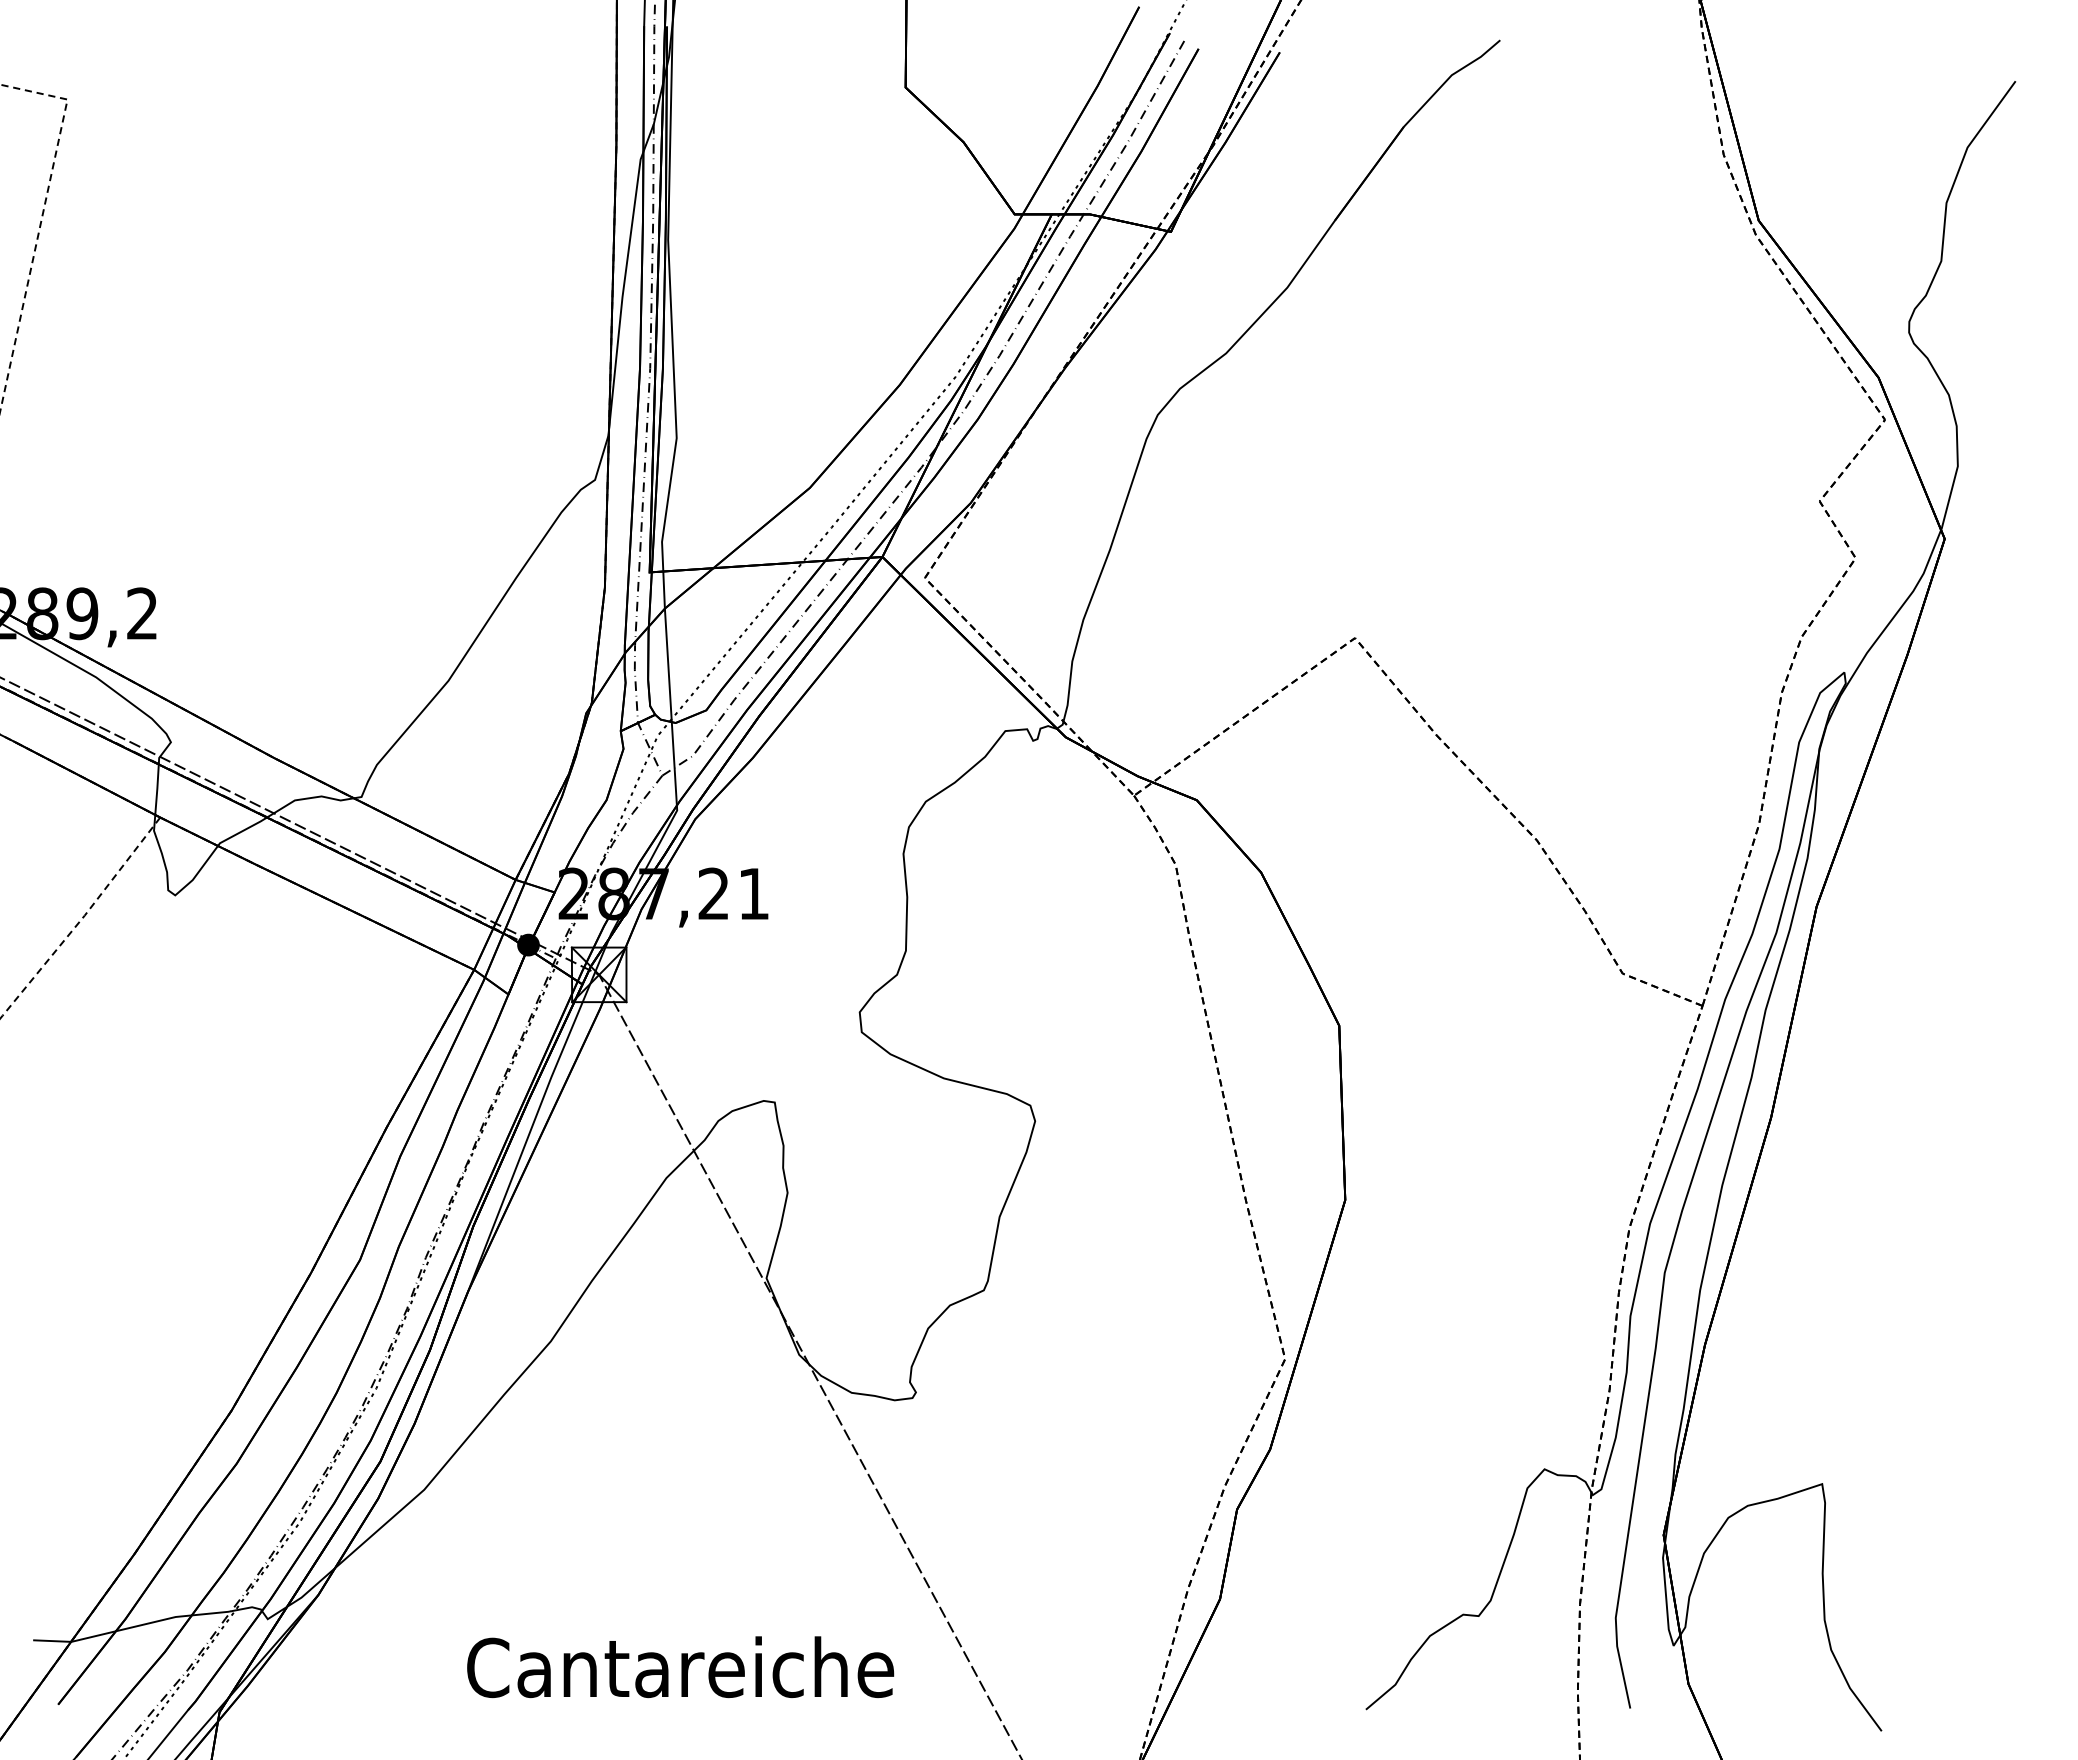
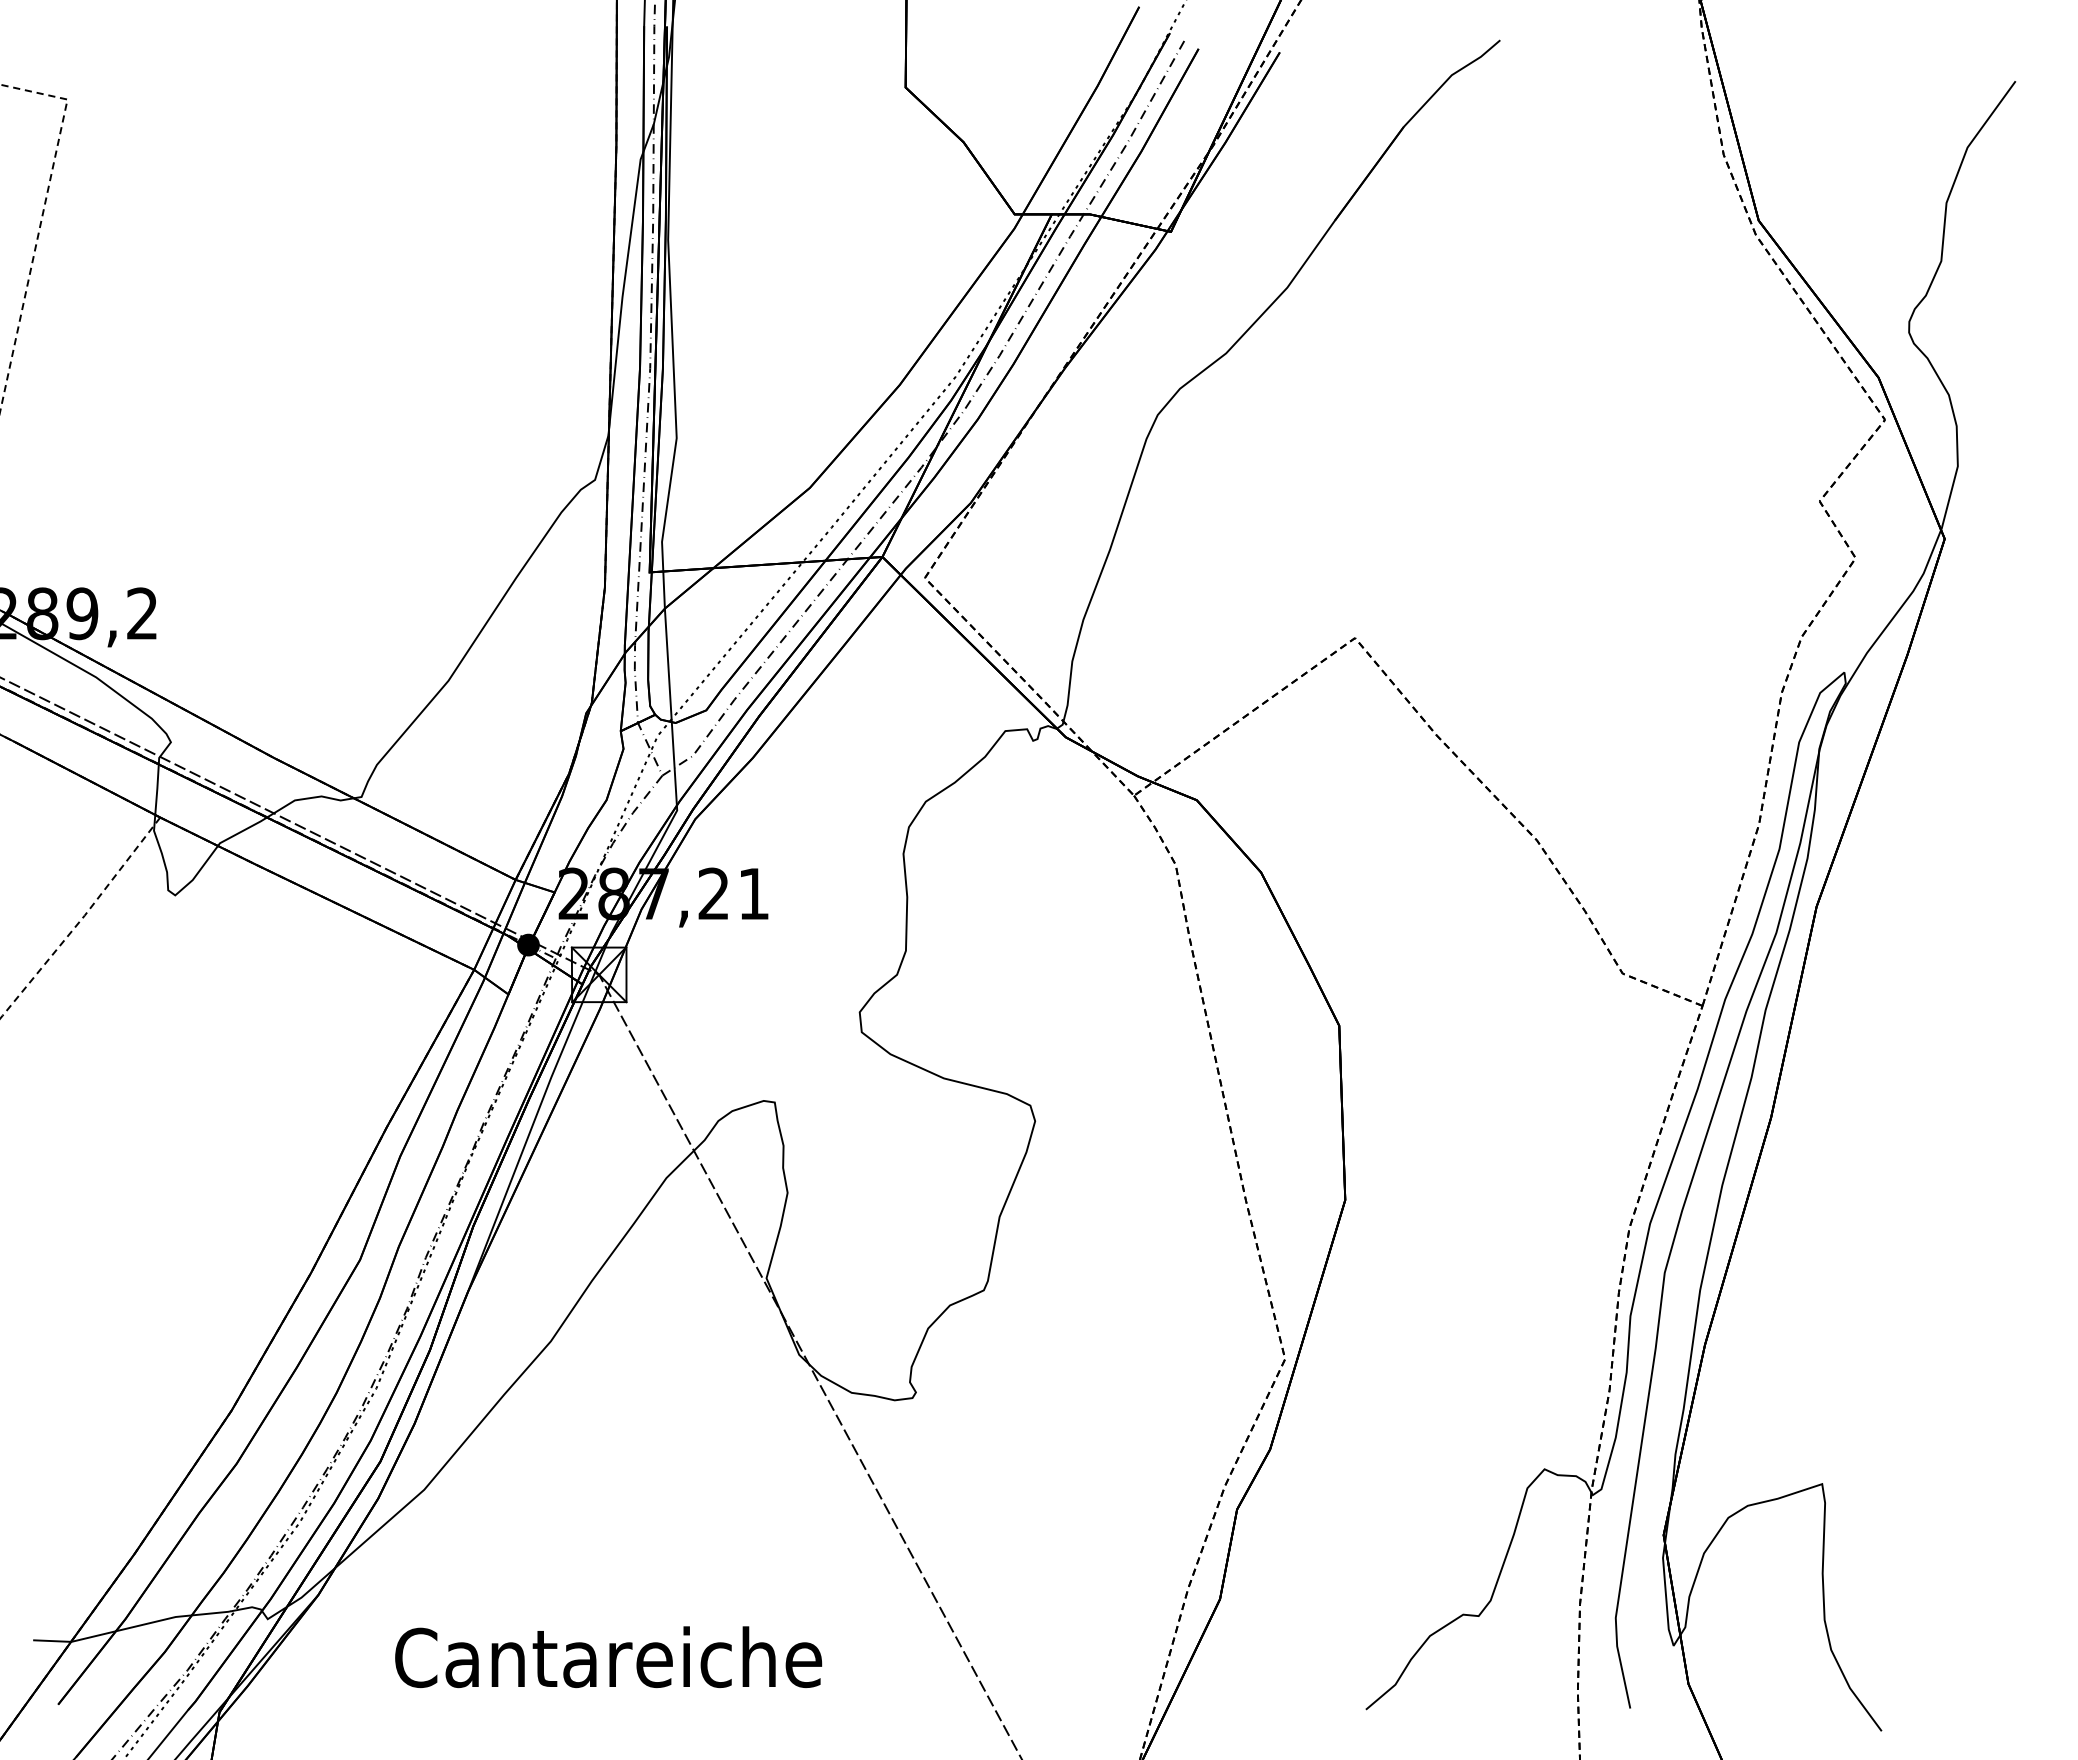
text at (680, 1667) position: (680, 1667) -> (608, 1657)
